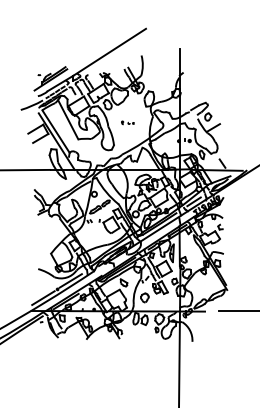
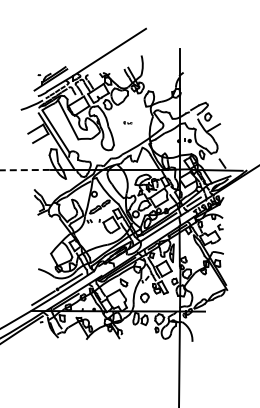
part at (127, 122) size: 14x6 px -> 10x4 px
line at (25, 170): solid -> dashed
line at (237, 311): present -> none
